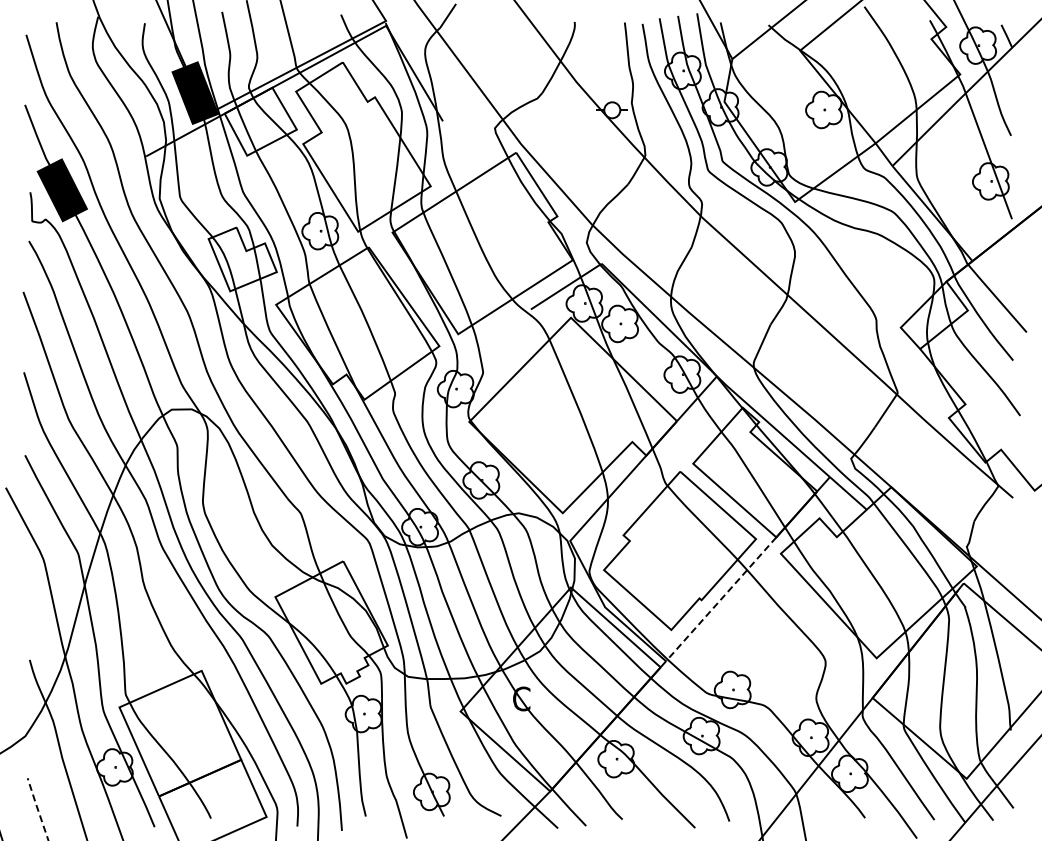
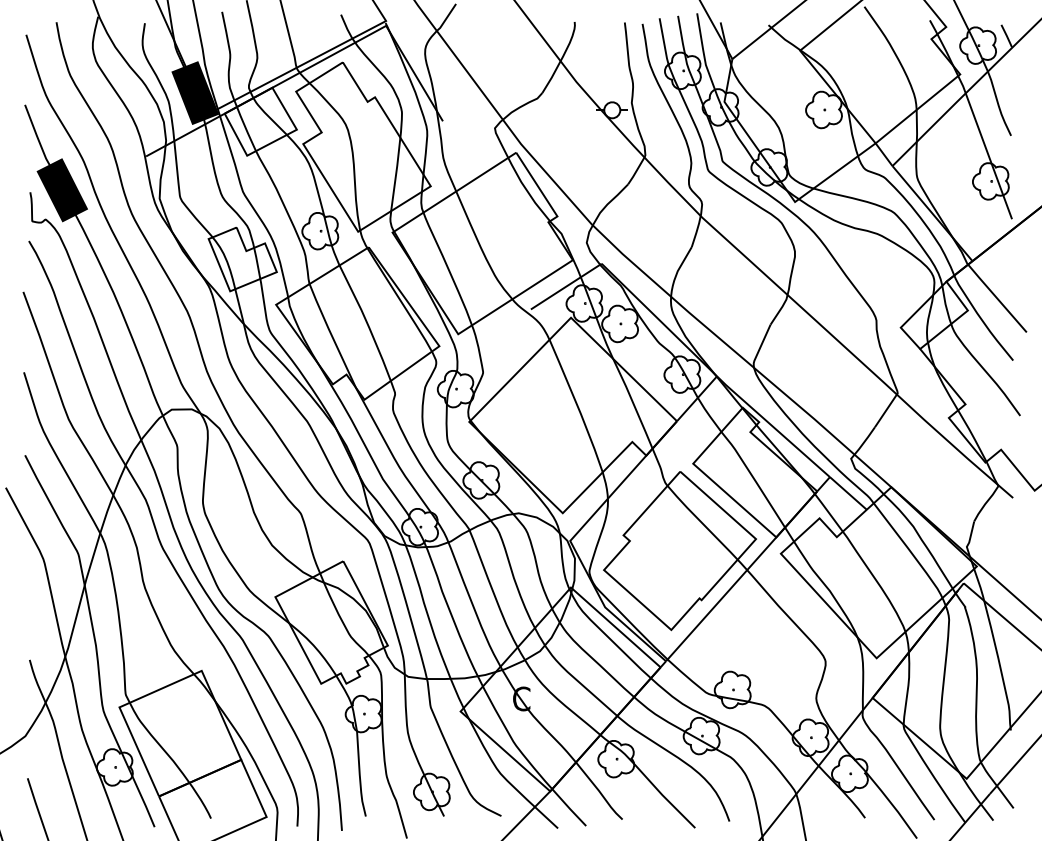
line at (721, 599): dashed -> solid
line at (37, 808): dashed -> solid
